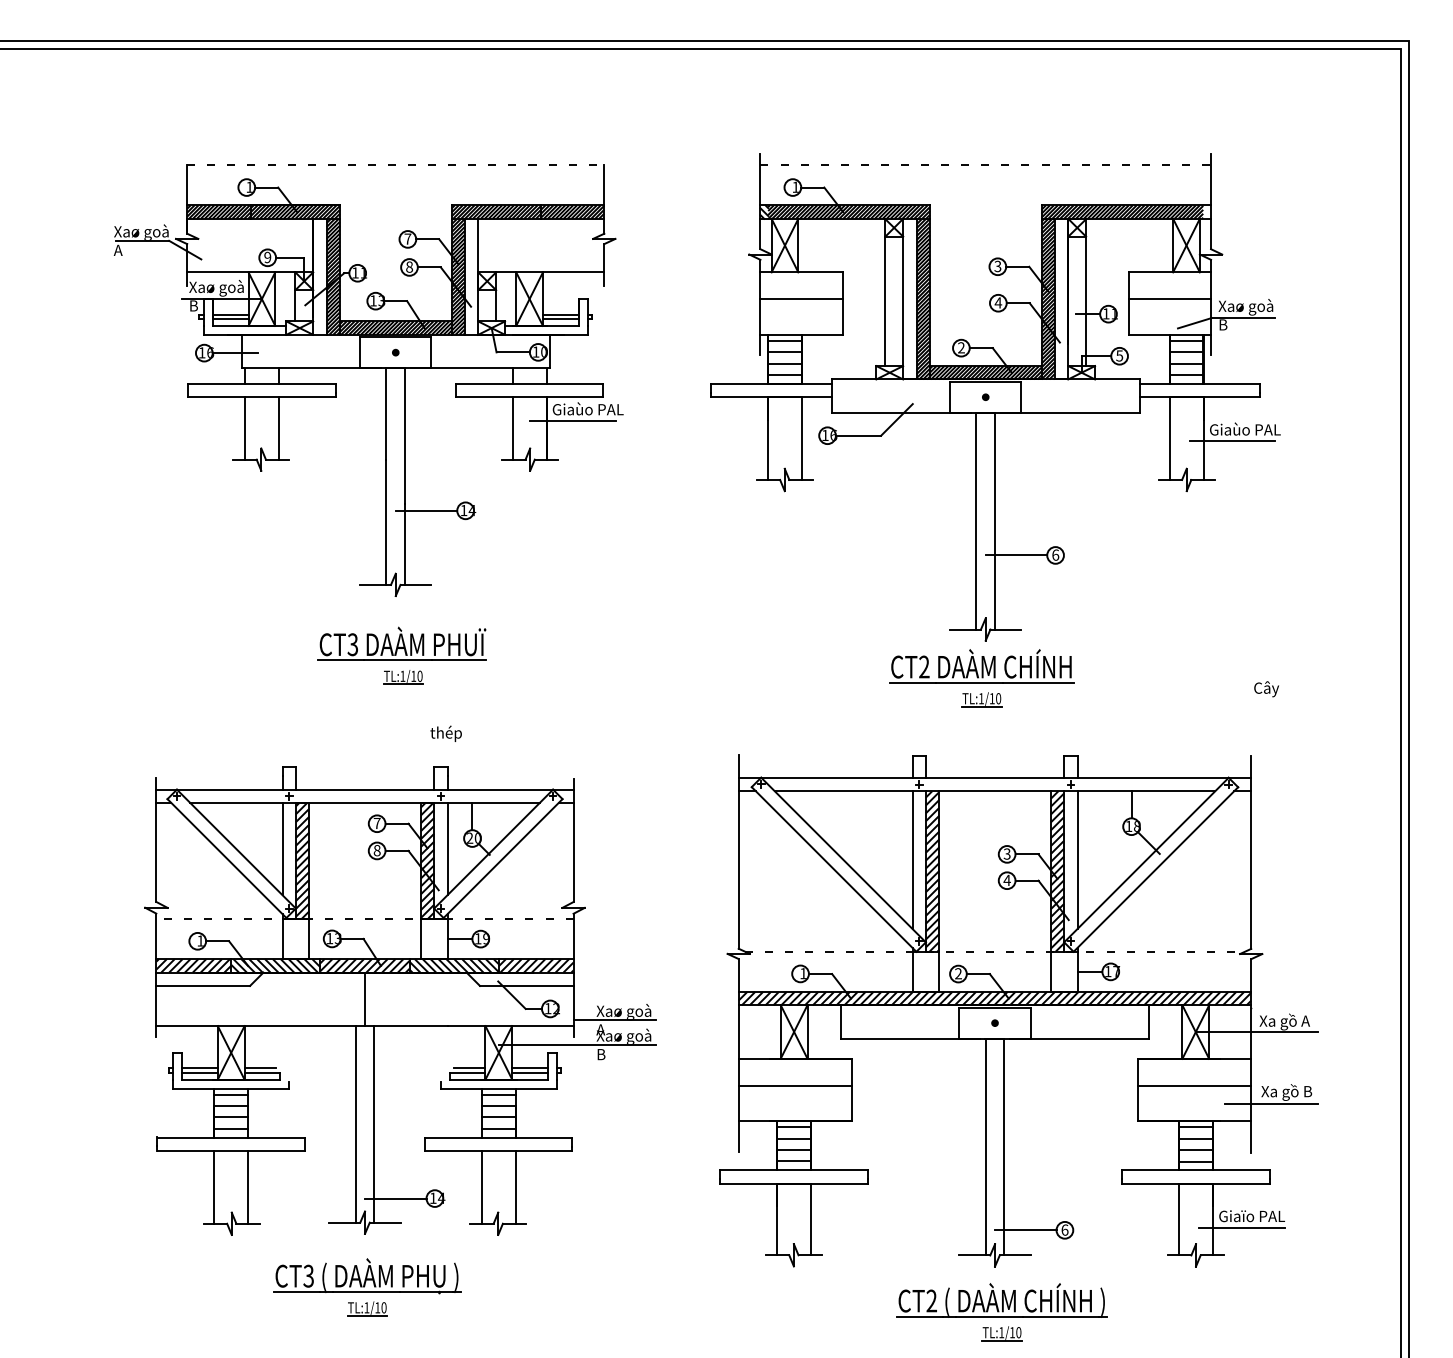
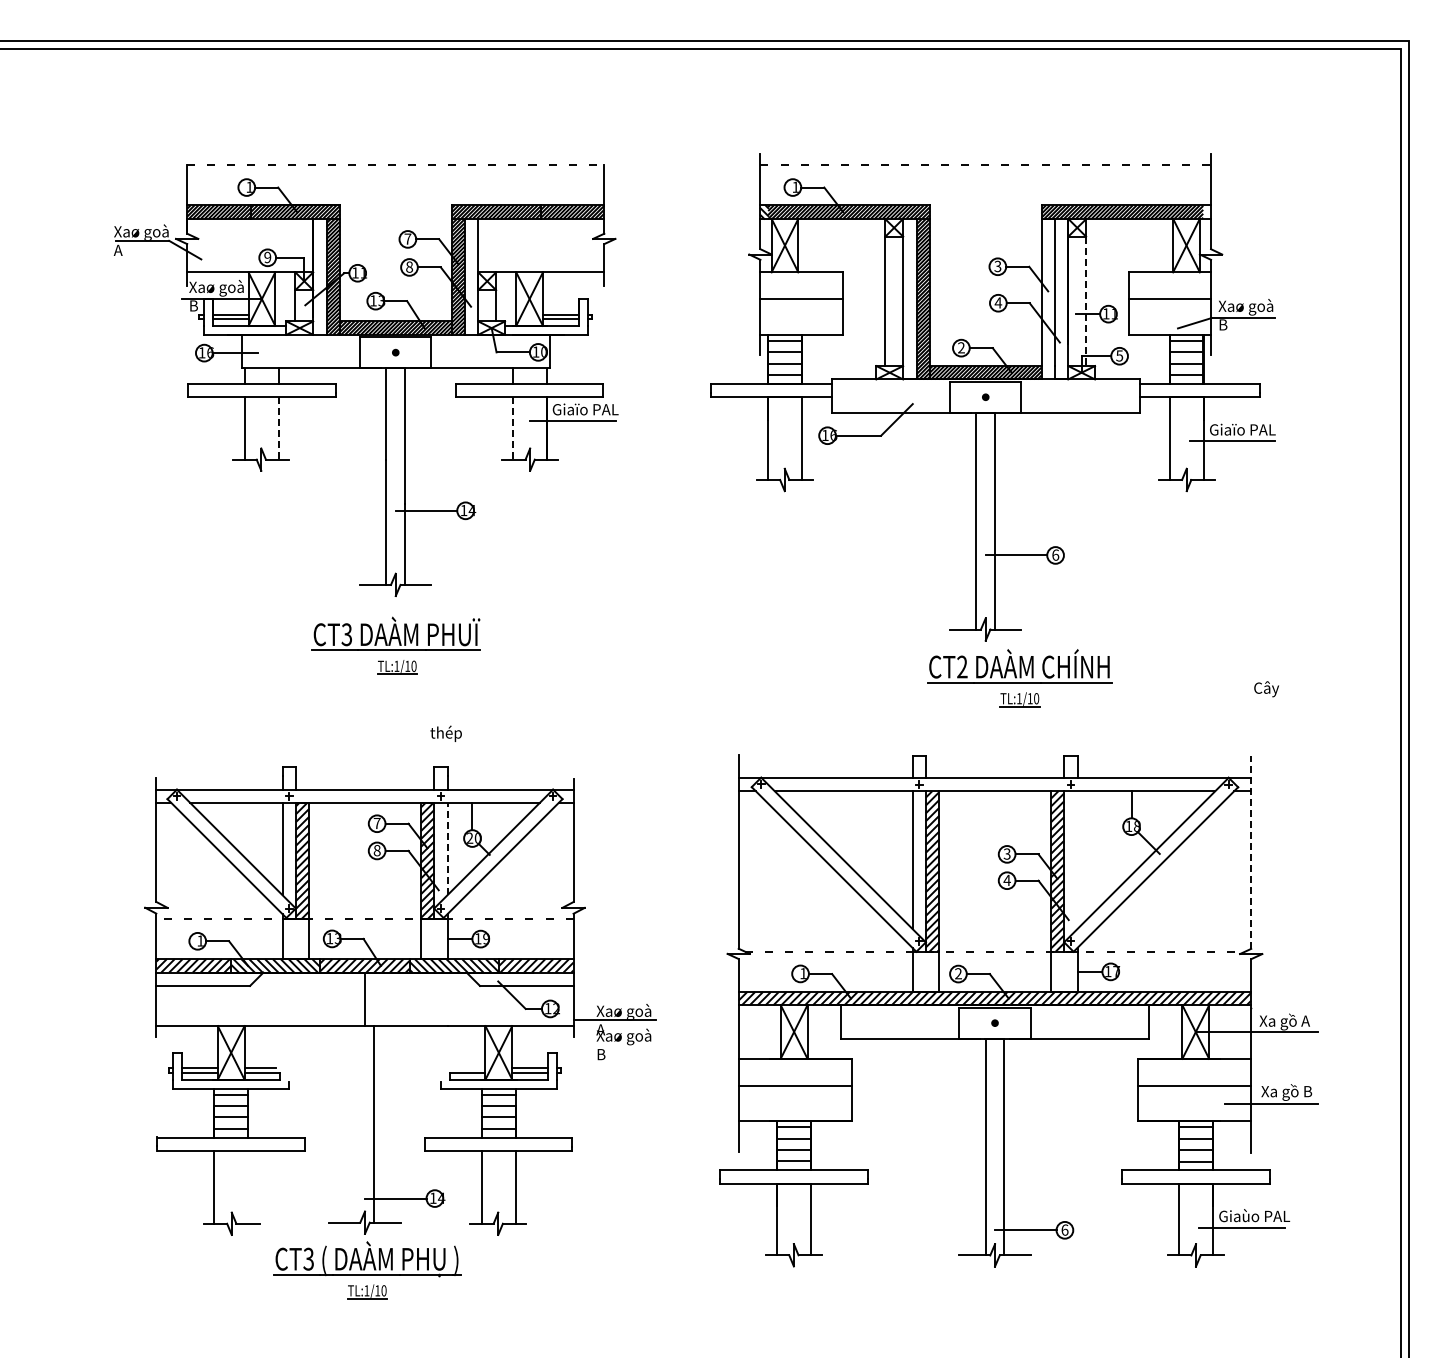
hatch at (1047, 298): present -> none
line at (1086, 301): solid -> dashed
text at (598, 408): Giaùo PAL -> Giaïo PAL
line at (278, 428): solid -> dashed
line at (512, 428): solid -> dashed
text at (1256, 428): Giaùo PAL -> Giaïo PAL
part at (401, 655) position: (401, 655) -> (395, 645)
part at (981, 678) position: (981, 678) -> (1019, 678)
line at (447, 848): solid -> dashed
line at (1251, 852): solid -> dashed
line at (1077, 859): present -> none
line at (577, 1045): present -> none
line at (469, 1068): present -> none
line at (355, 1124): present -> none
line at (248, 1187): present -> none
text at (1265, 1215): Giaïo PAL -> Giaùo PAL
part at (367, 1287) position: (367, 1287) -> (367, 1270)
part at (1001, 1312): present -> none
